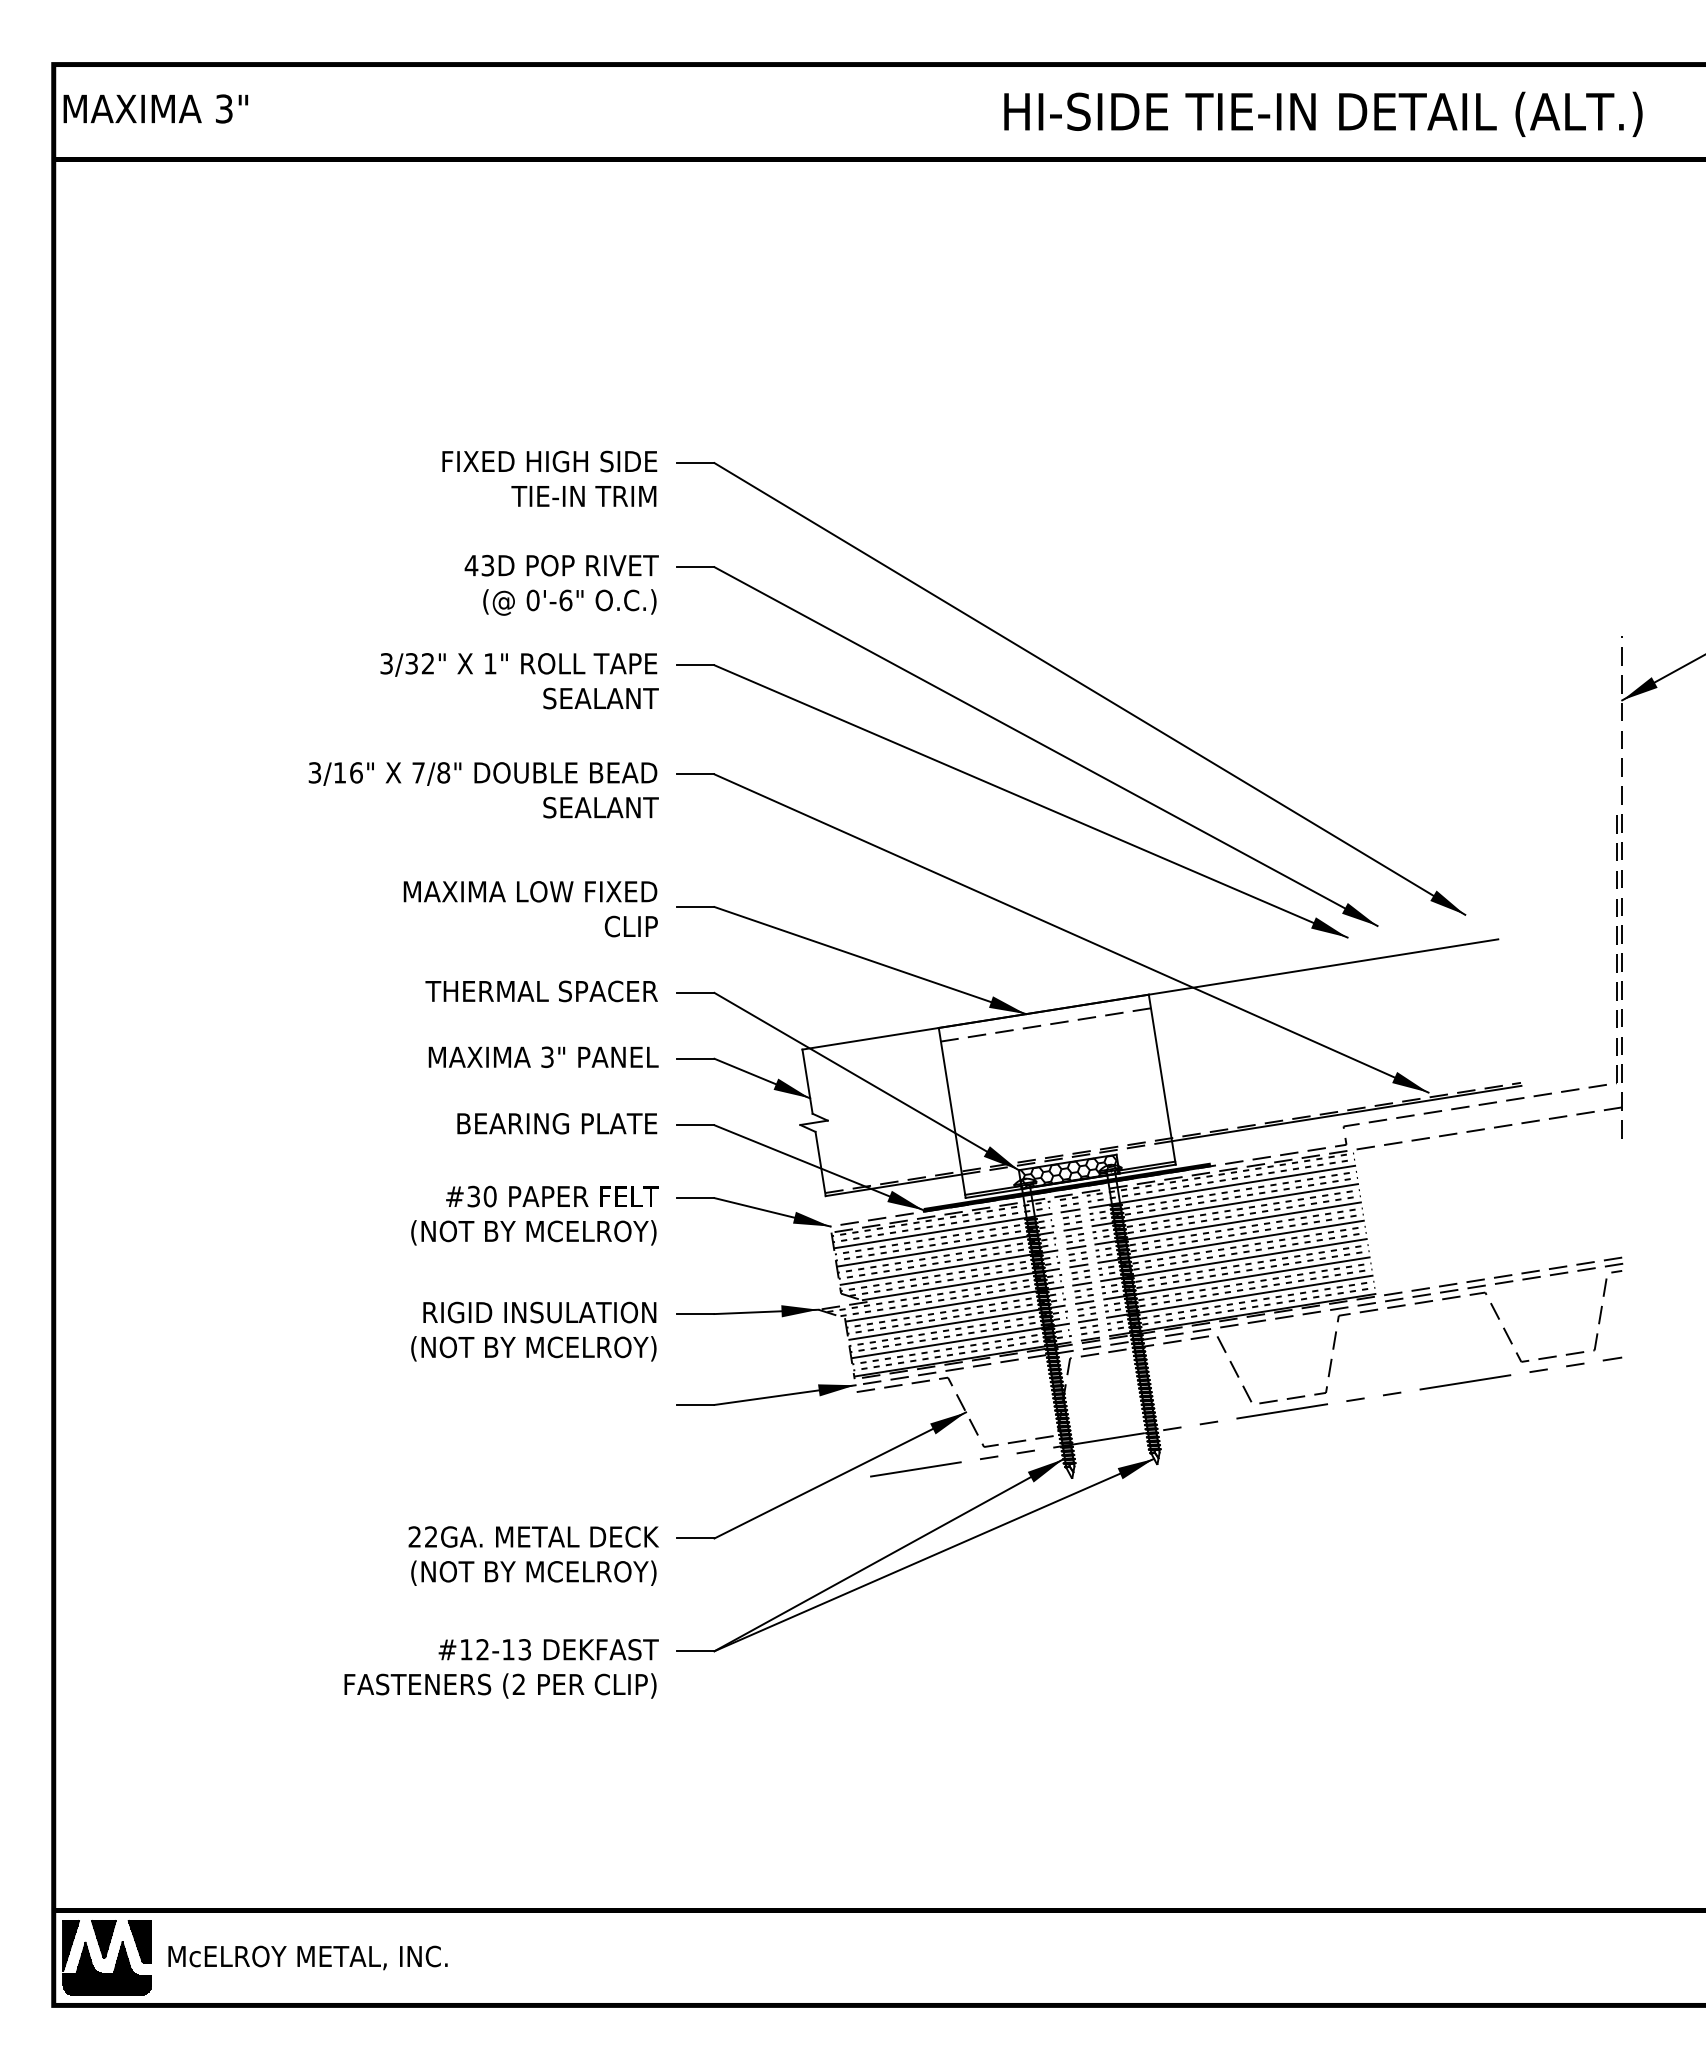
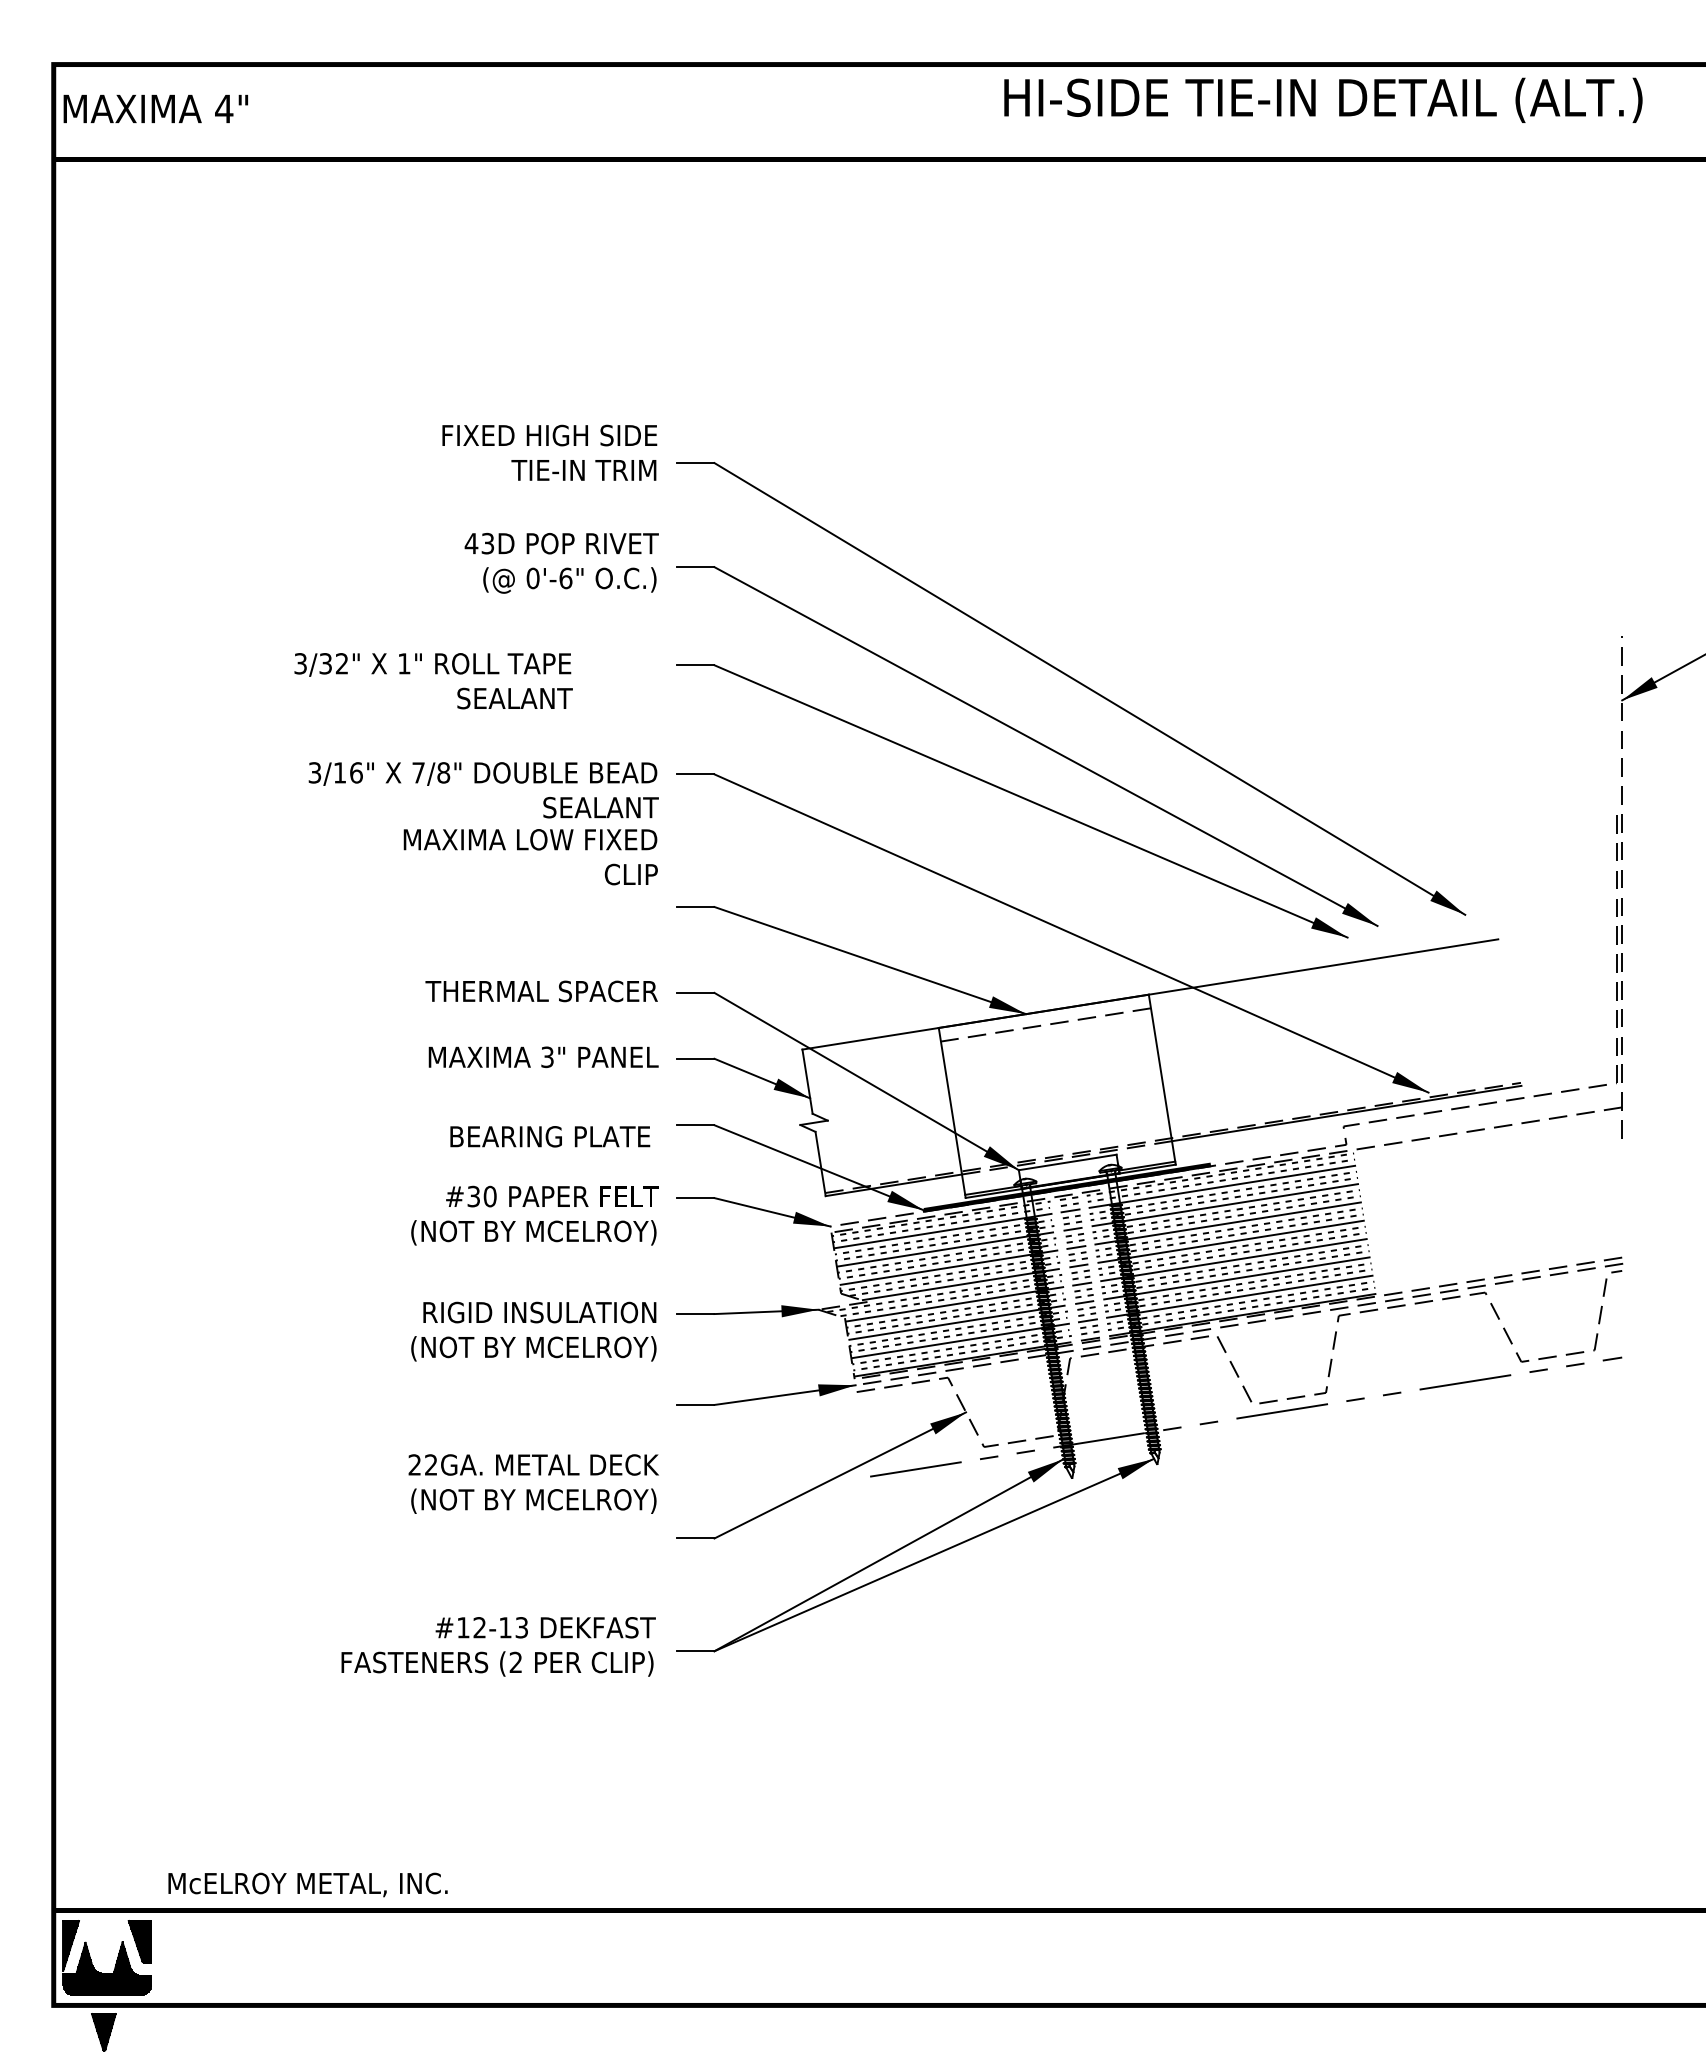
text at (224, 108): 3" -> 4"
text at (1323, 113) position: (1323, 113) -> (1323, 99)
text at (549, 478) position: (549, 478) -> (549, 452)
text at (561, 585) position: (561, 585) -> (561, 563)
text at (519, 681) position: (519, 681) -> (433, 681)
text at (530, 909) position: (530, 909) -> (530, 857)
text at (557, 1123) position: (557, 1123) -> (550, 1136)
hatch at (1068, 1171): present -> none
text at (533, 1555) position: (533, 1555) -> (533, 1483)
text at (501, 1668) position: (501, 1668) -> (498, 1646)
part at (103, 1939) position: (103, 1939) -> (103, 2032)
text at (307, 1957) position: (307, 1957) -> (307, 1884)
